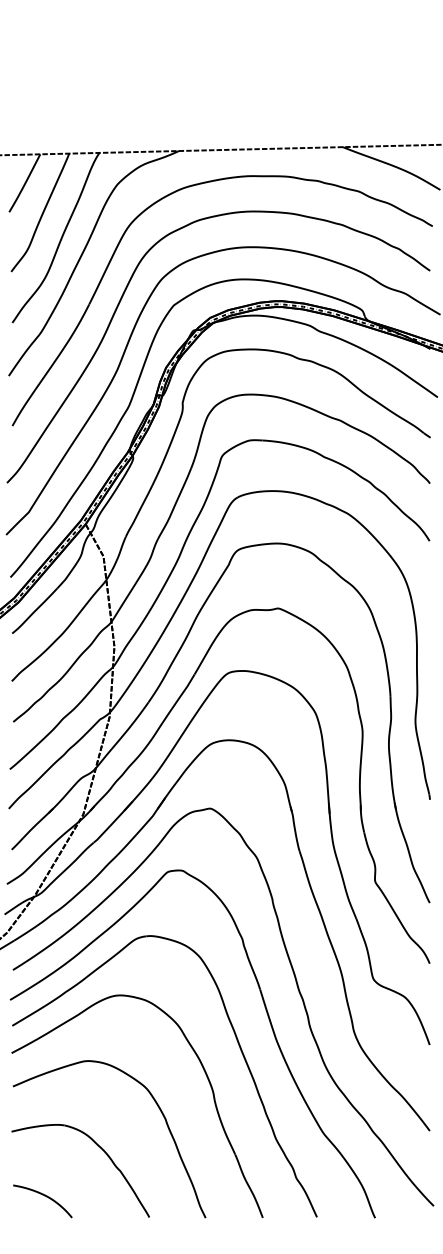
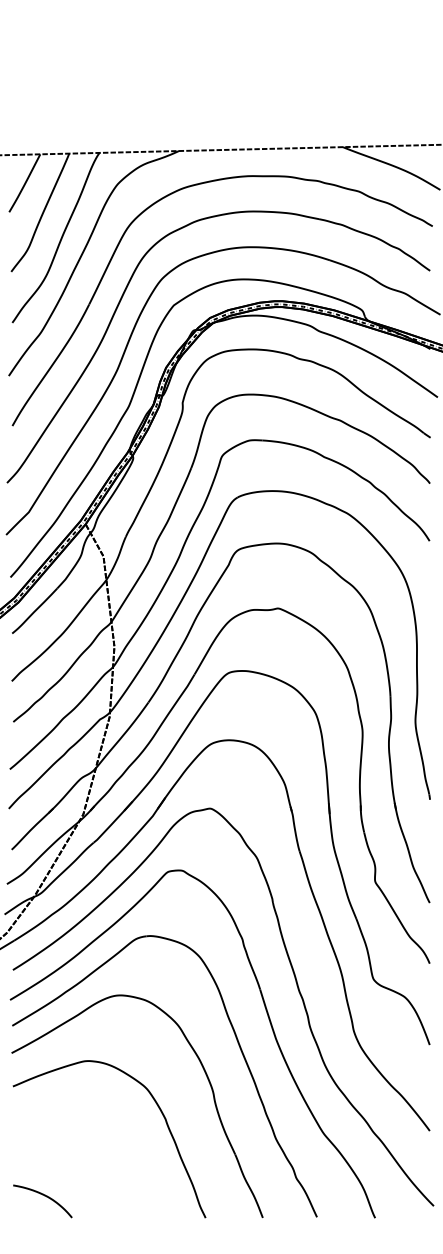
part at (96, 1145): present -> none
